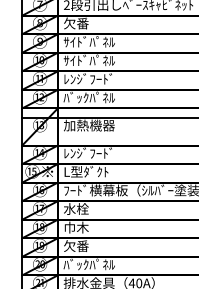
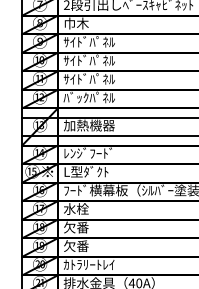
text at (76, 23): 欠番 -> 巾木
text at (88, 78): ﾚﾝｼﾞﾌｰﾄﾞ -> ｻｲﾄﾞﾊﾟﾈﾙ
line at (108, 136): none -> present
text at (76, 227): 巾木 -> 欠番
text at (88, 264): ﾊﾞｯｸﾊﾟﾈﾙ -> ｶﾄﾗﾘｰﾄﾚｲ
